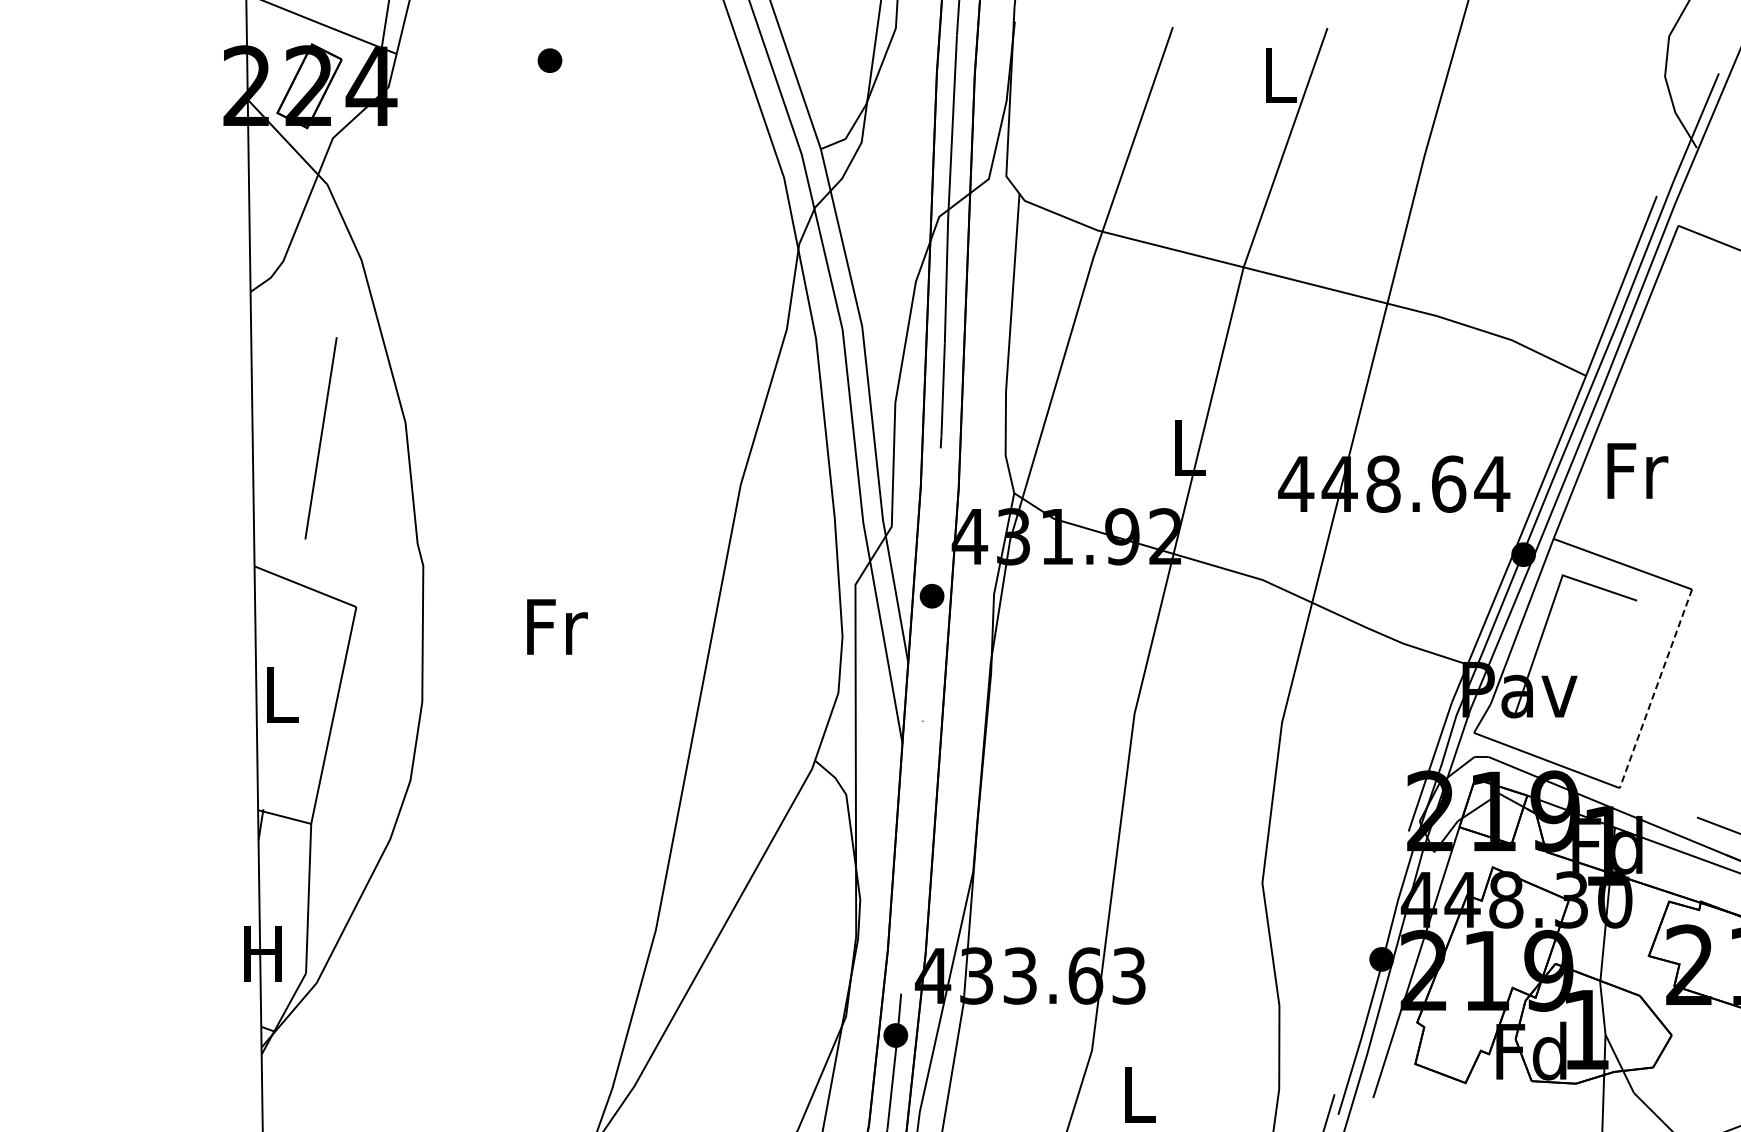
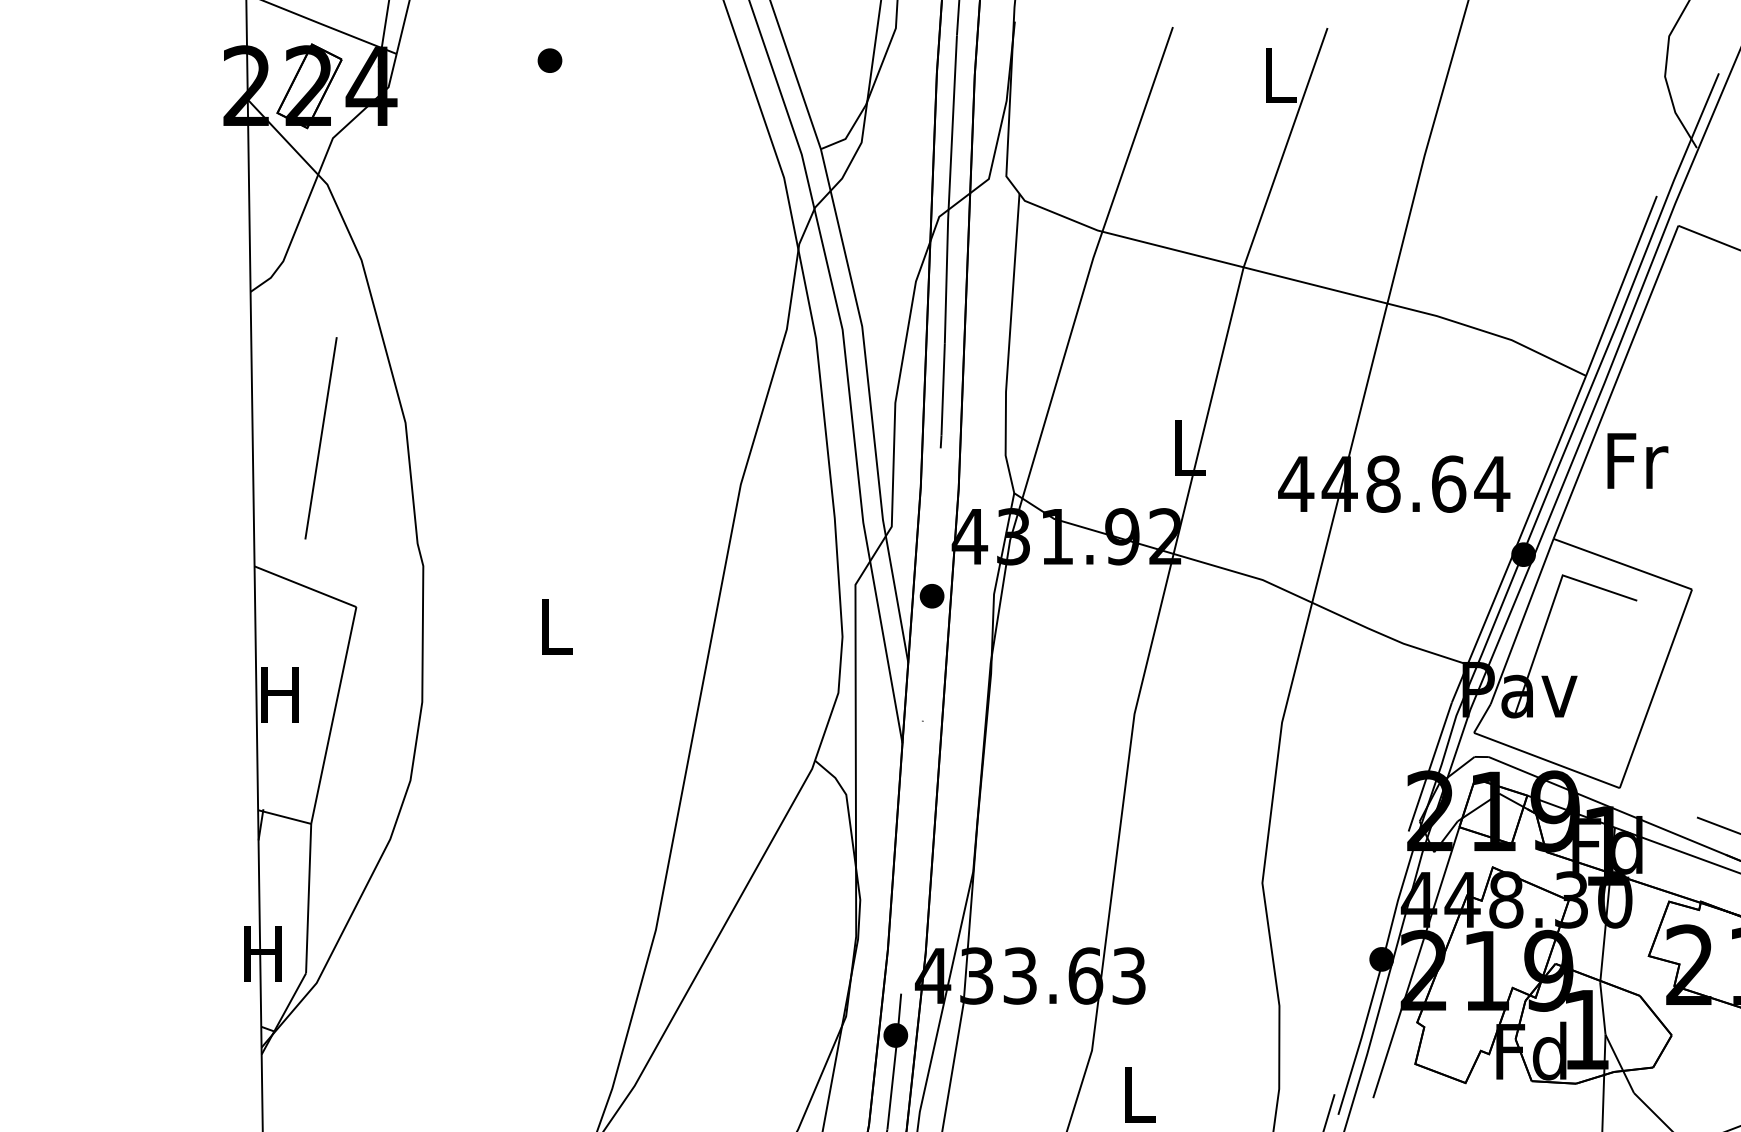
text at (1637, 470) position: (1637, 470) -> (1637, 460)
text at (557, 626): Fr -> L
line at (1655, 688): dashed -> solid
text at (279, 694): L -> H
